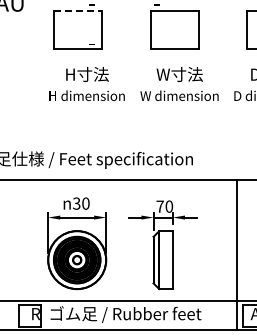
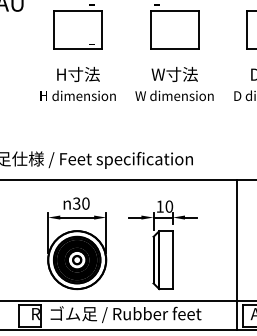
line at (78, 10): dashed -> solid
text at (86, 83) position: (86, 83) -> (77, 83)
text at (179, 83) position: (179, 83) -> (174, 83)
text at (159, 206): 70 -> 10
